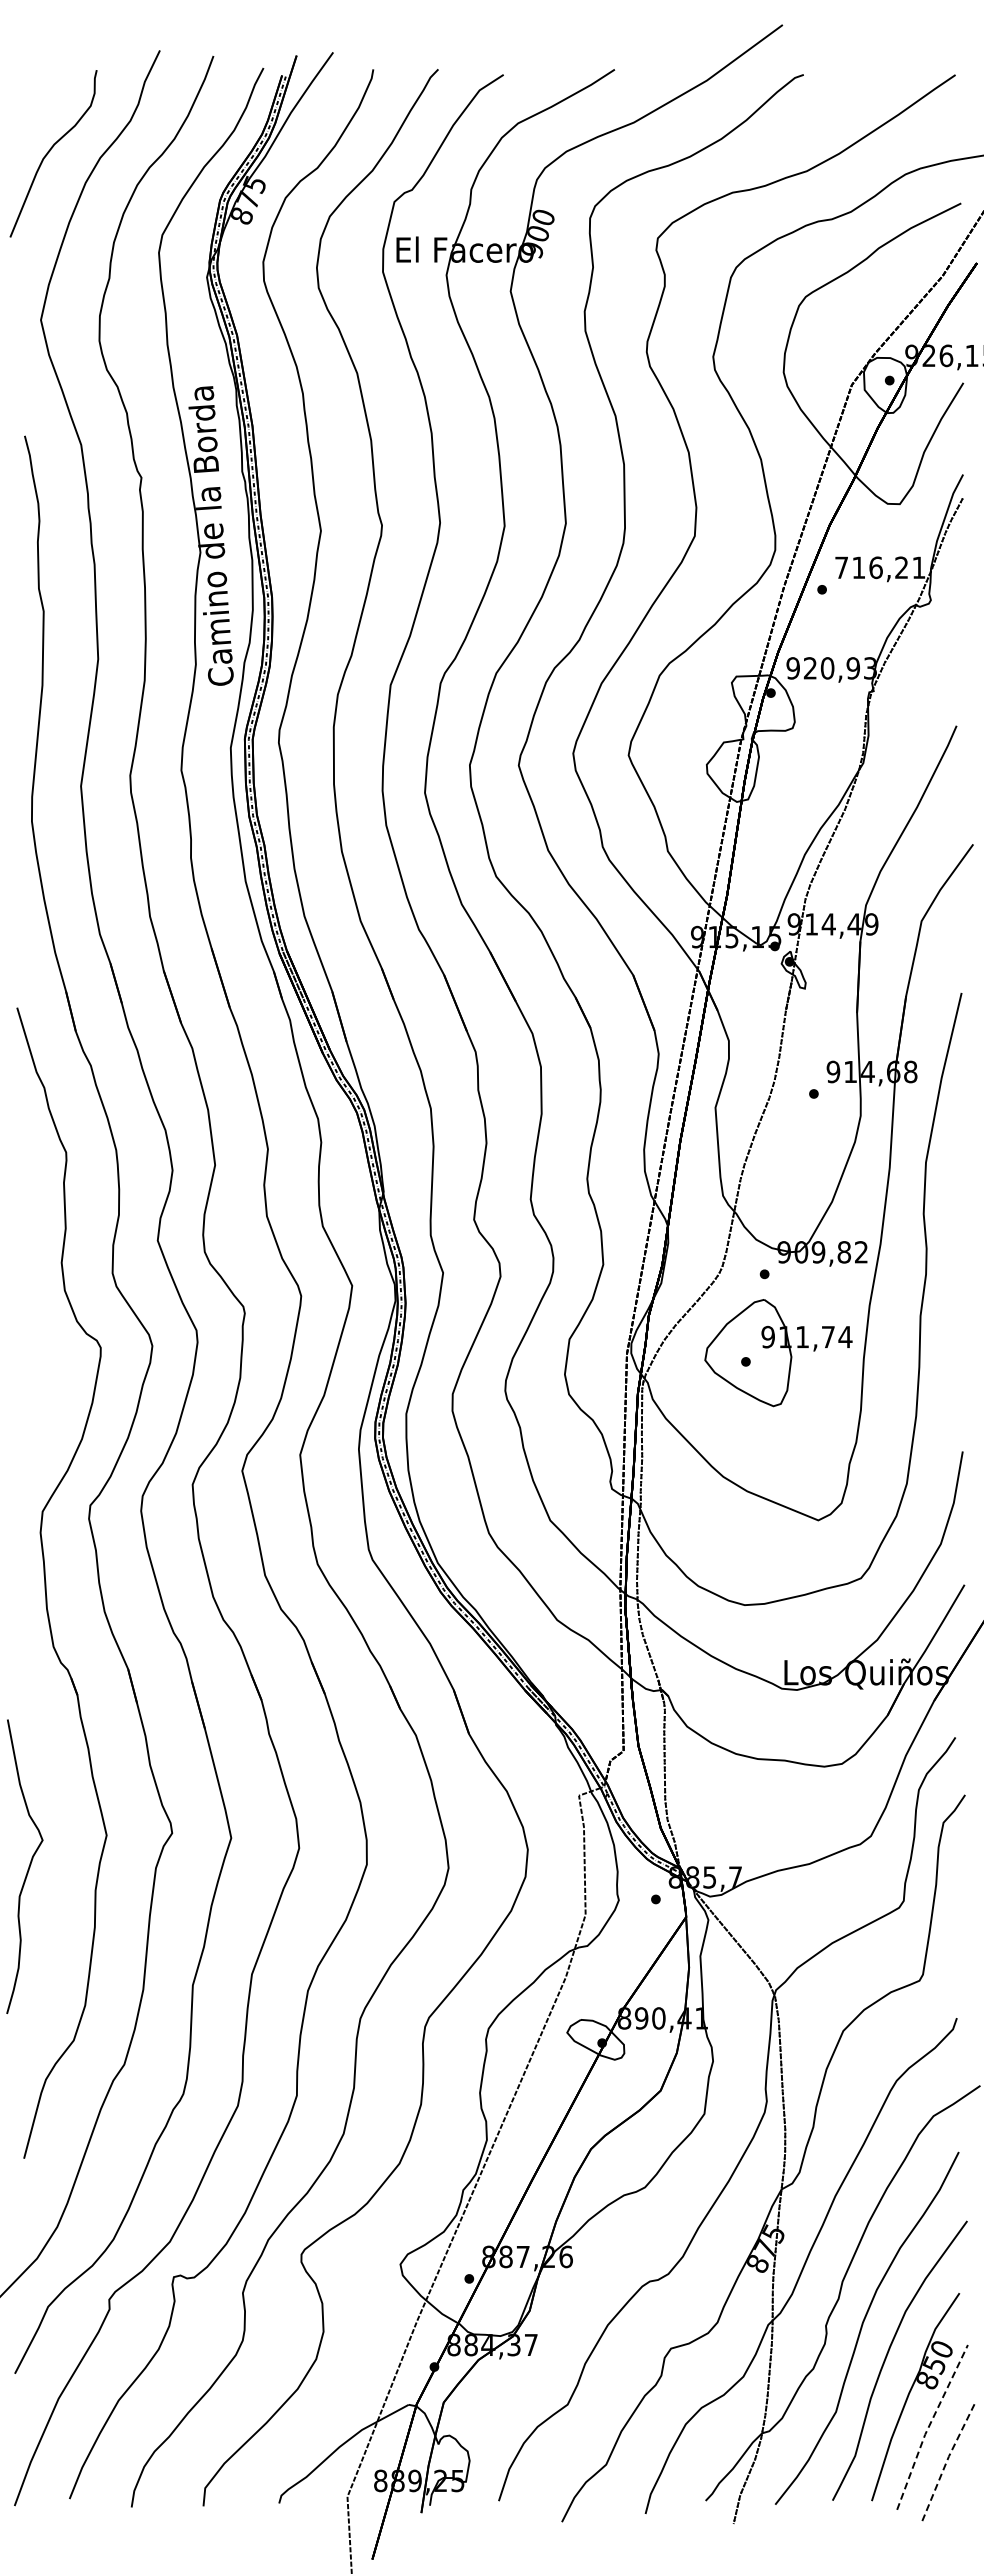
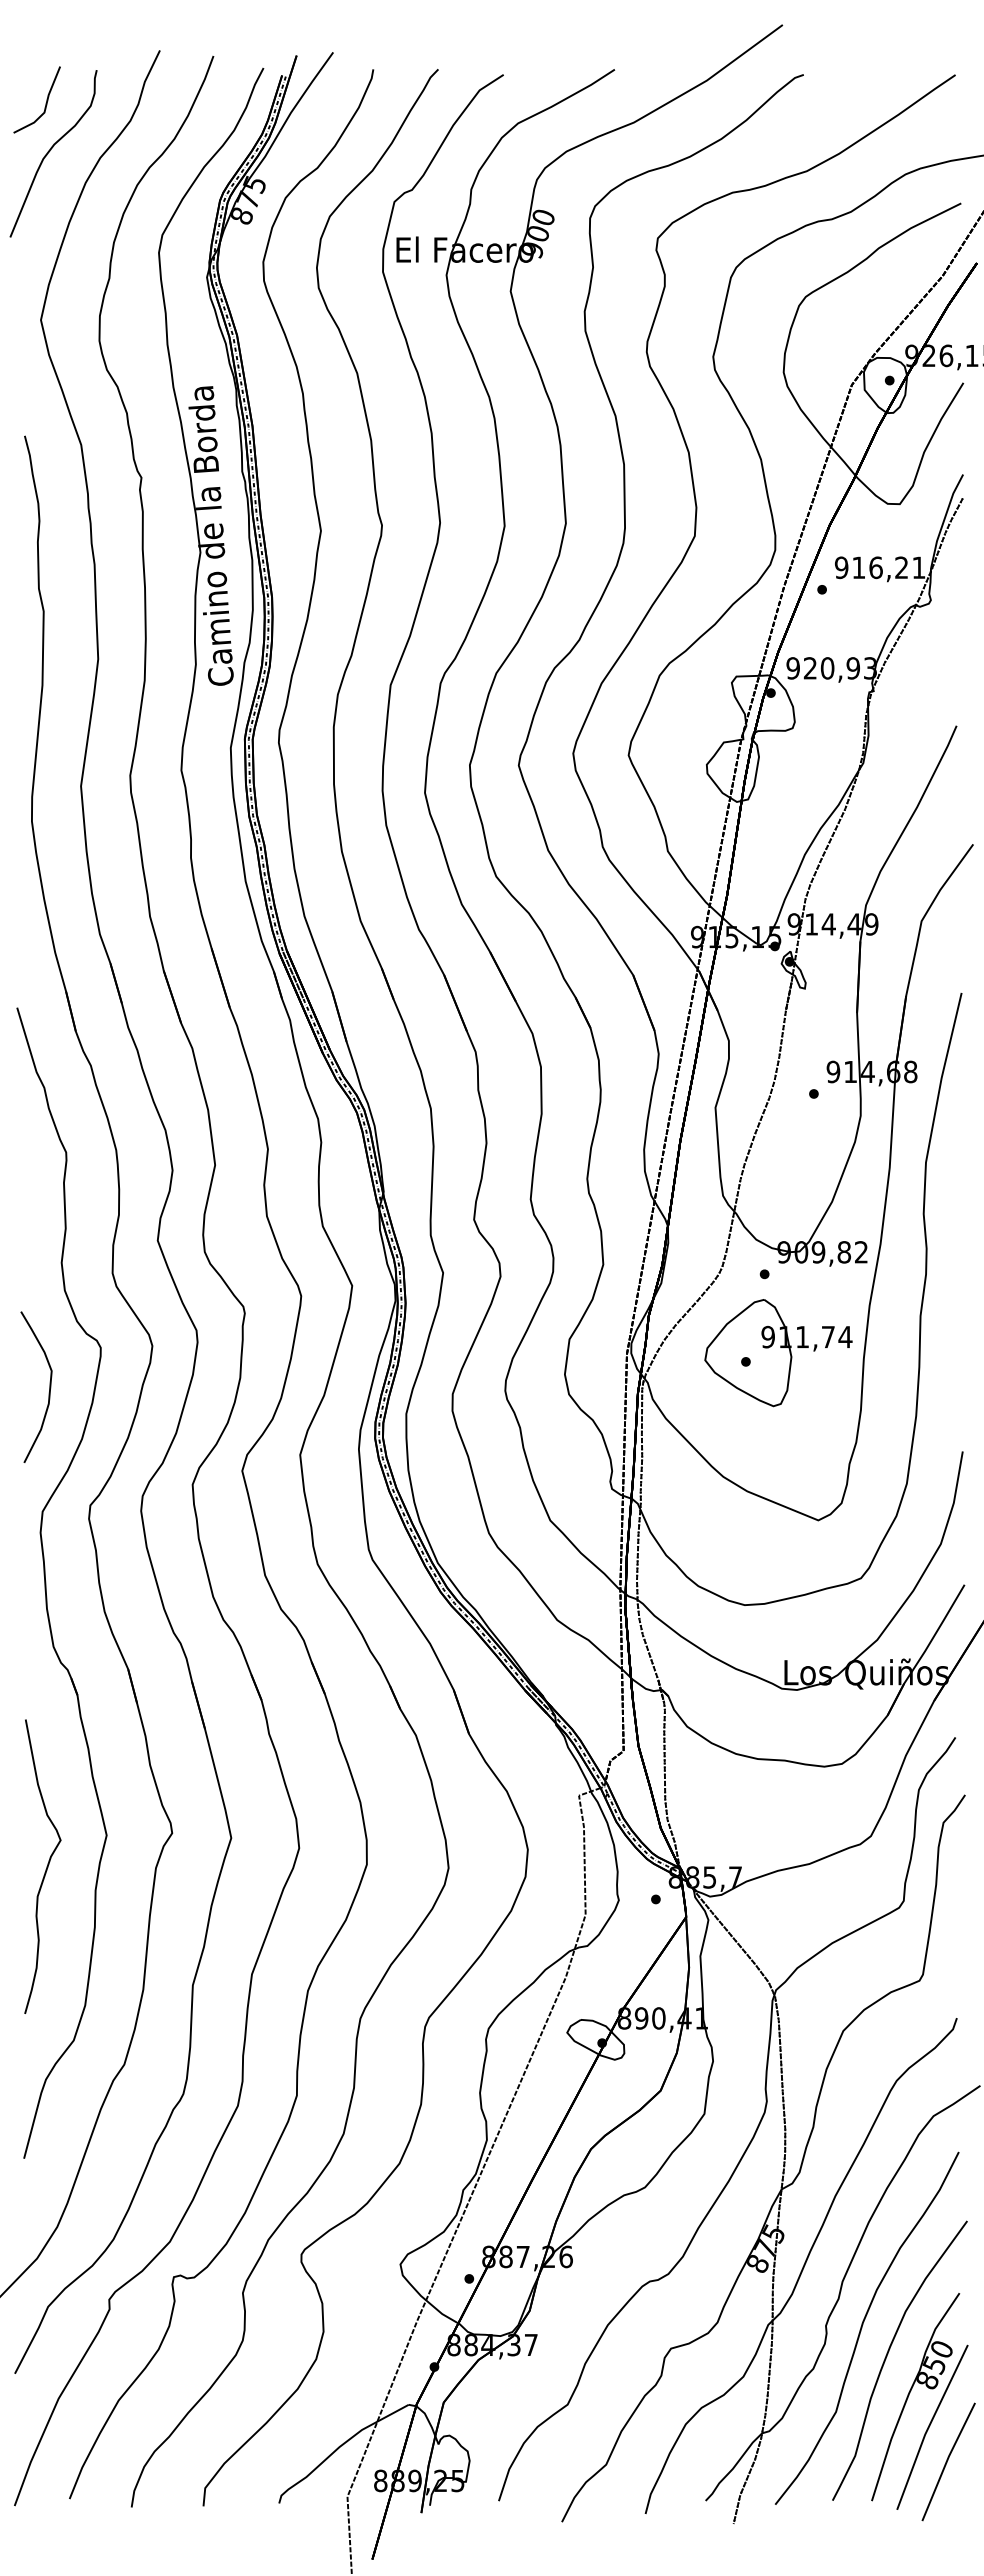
line at (45, 103): none -> present
text at (841, 567): 716,21 -> 916,21
curve at (49, 1386): none -> present
curve at (28, 1866) position: (28, 1866) -> (46, 1866)
line at (929, 2426): dashed -> solid
line at (947, 2460): dashed -> solid
